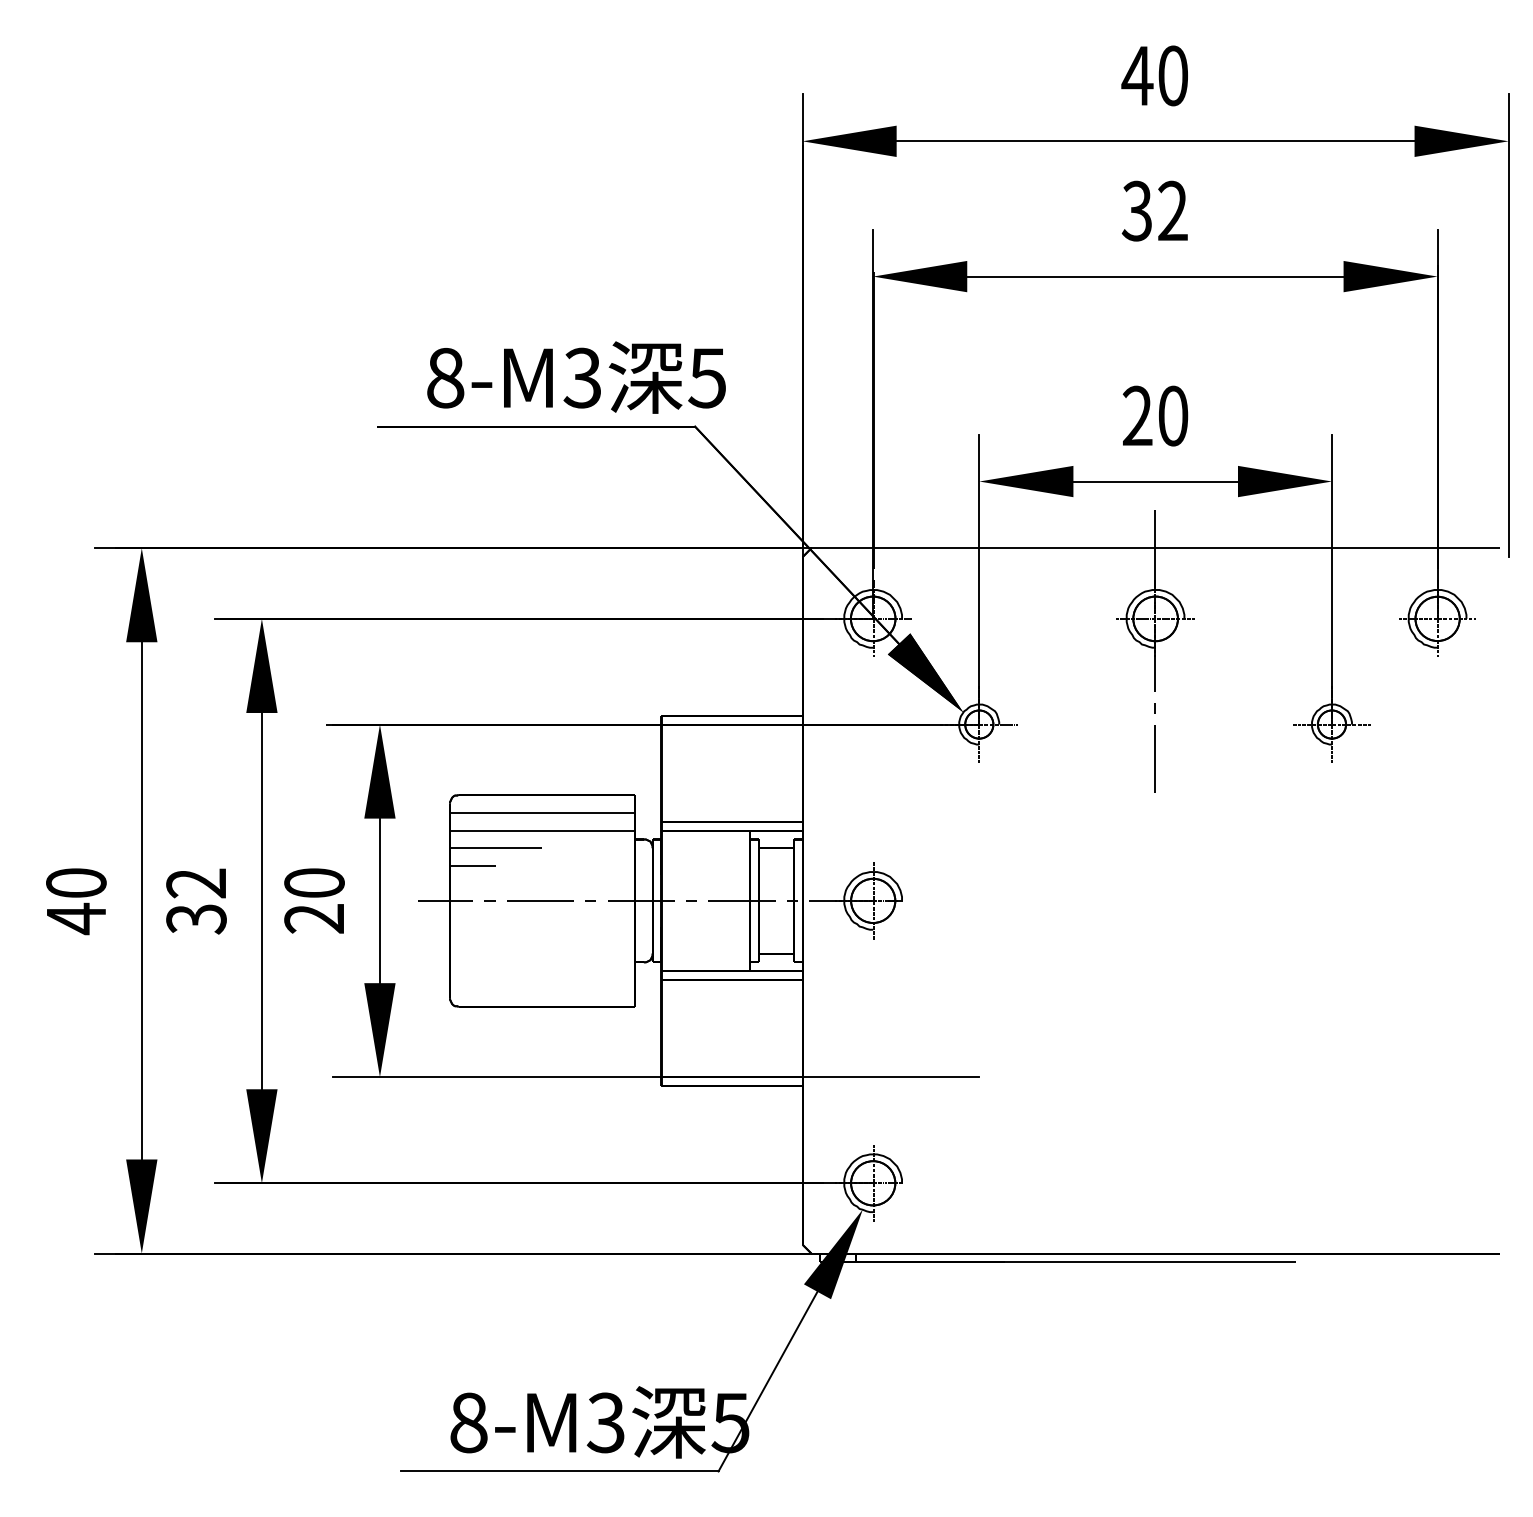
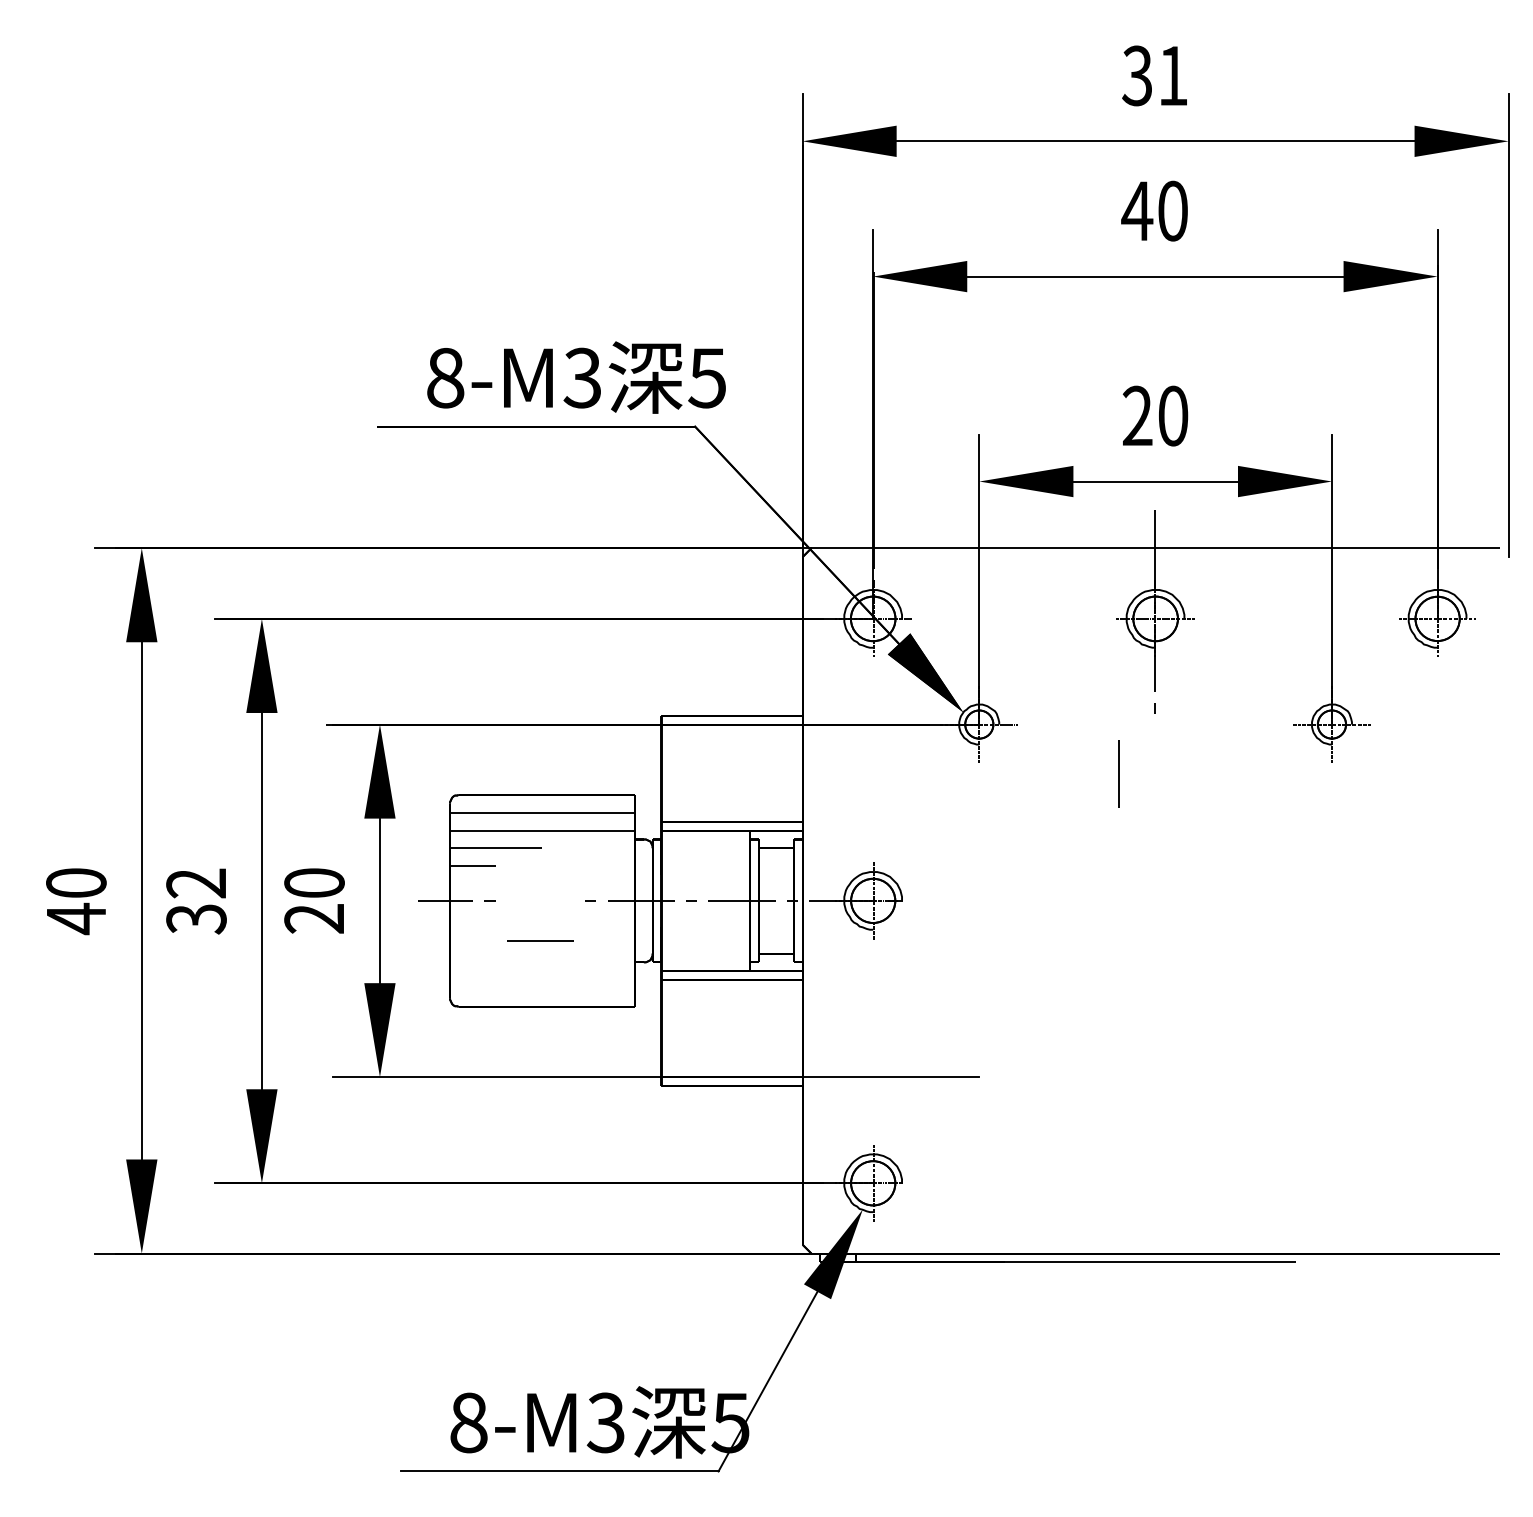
text at (1154, 75): 40 -> 31
text at (1154, 210): 32 -> 40
line at (1154, 758) position: (1154, 758) -> (1118, 773)
line at (540, 900) position: (540, 900) -> (540, 940)
